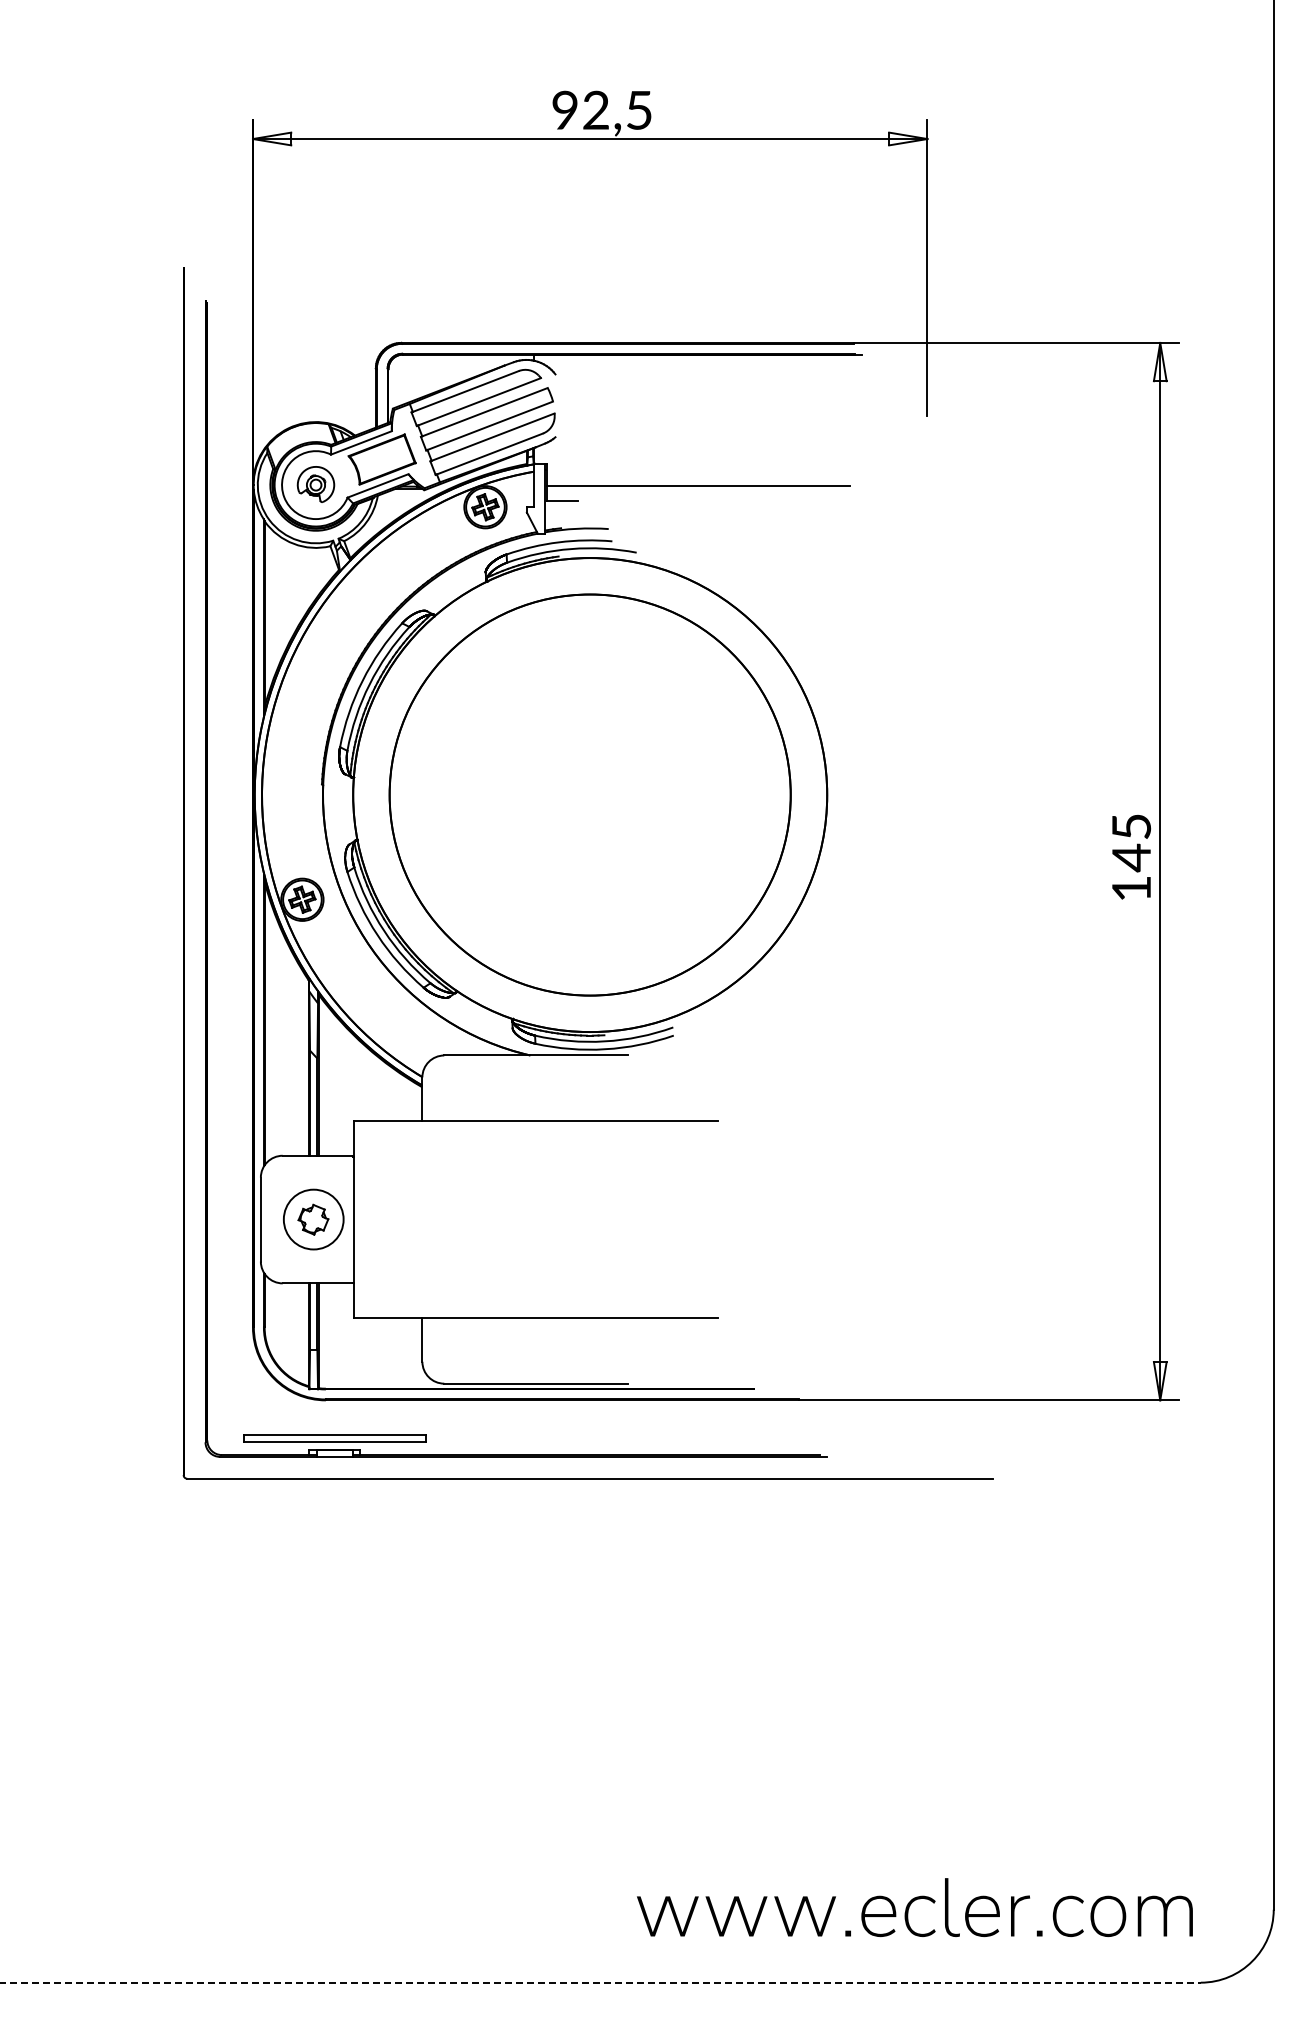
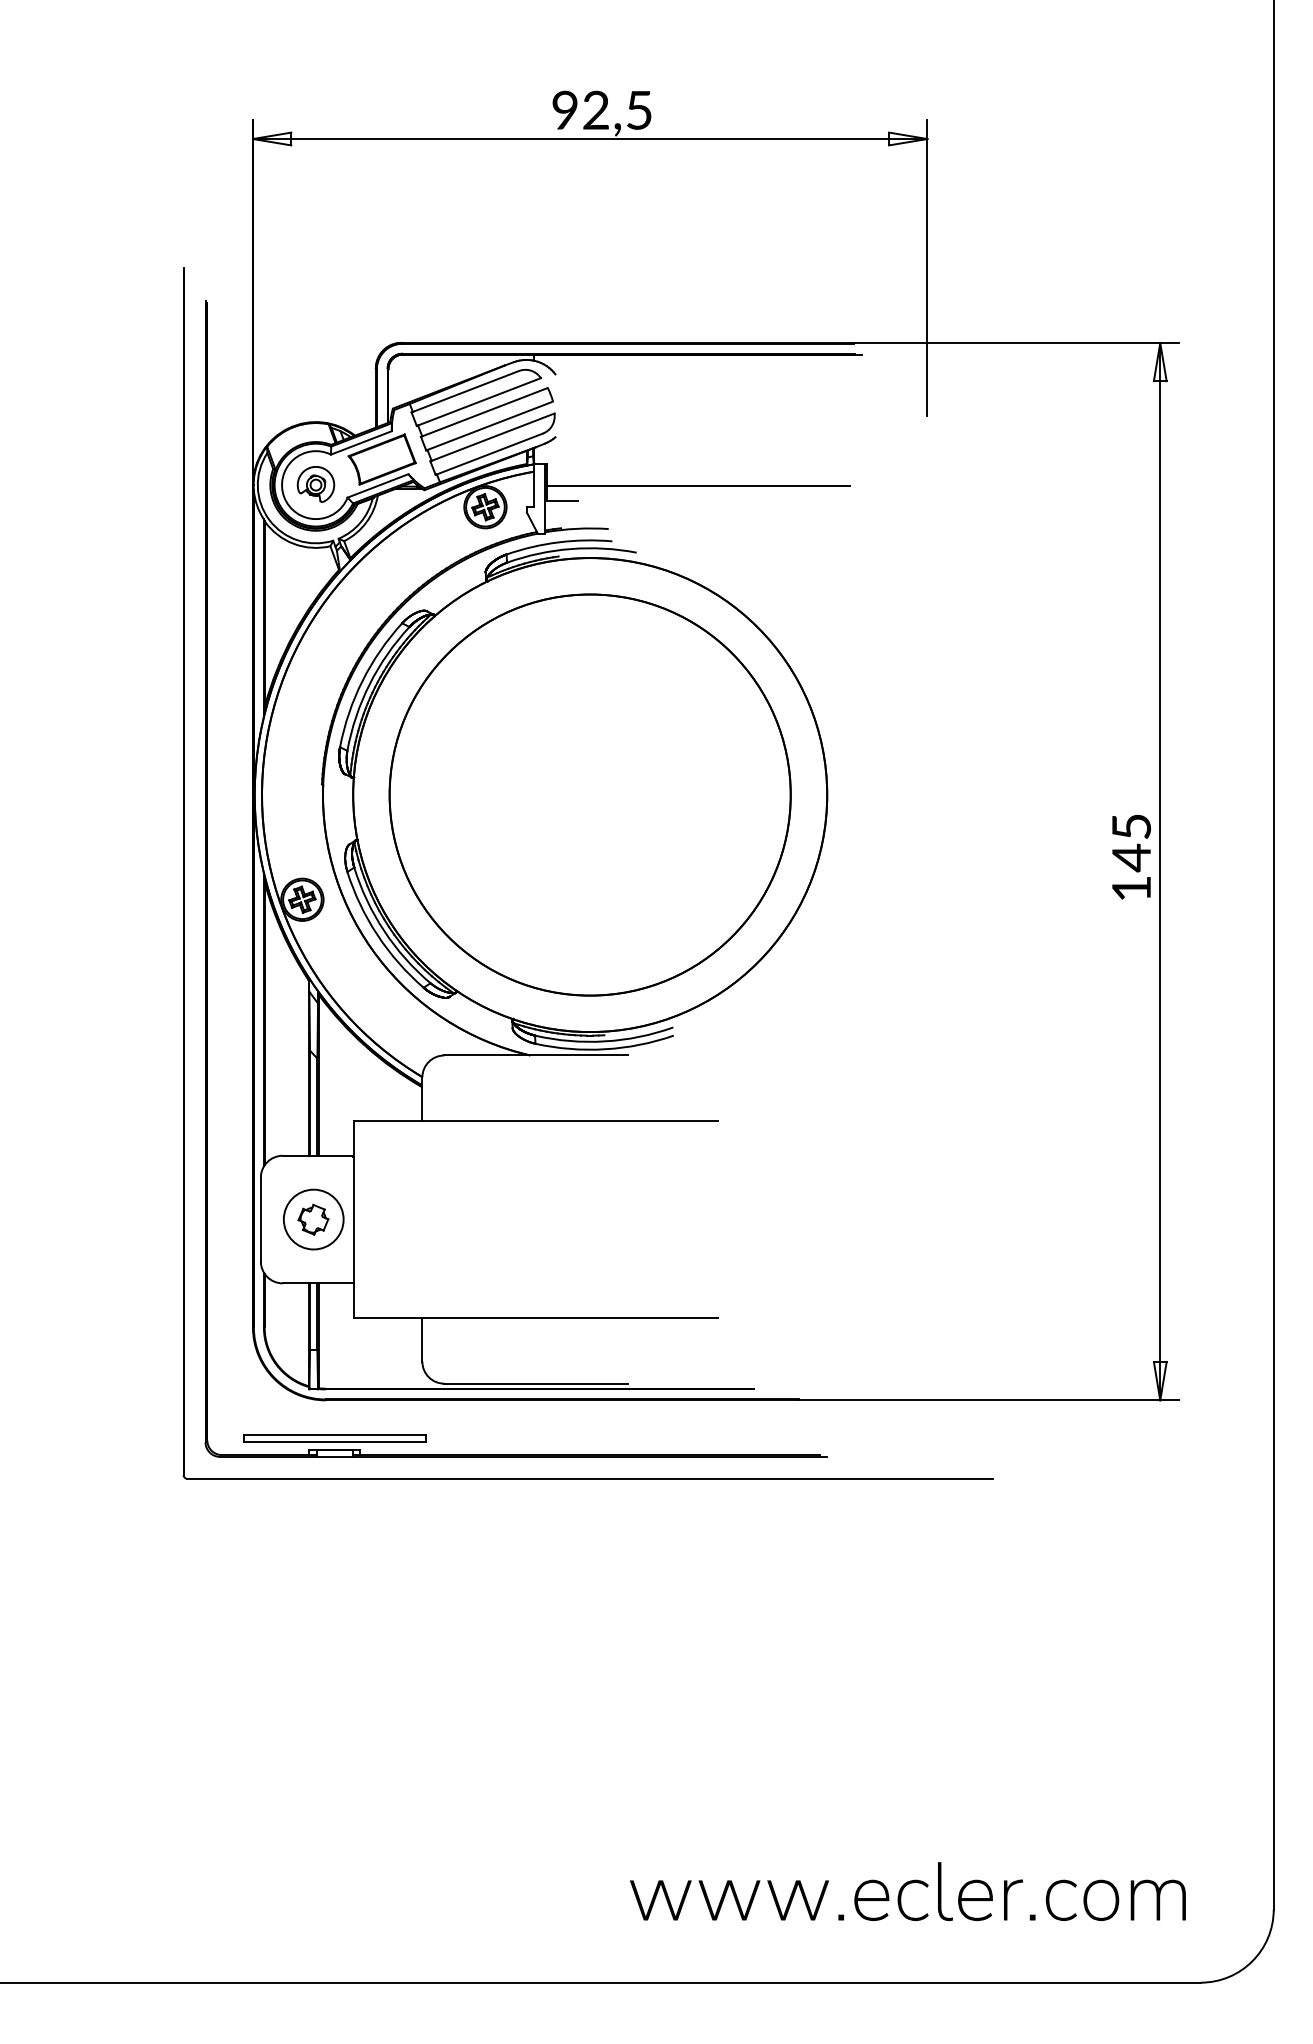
text at (914, 1907) position: (914, 1907) -> (907, 1891)
line at (600, 1982): dashed -> solid
